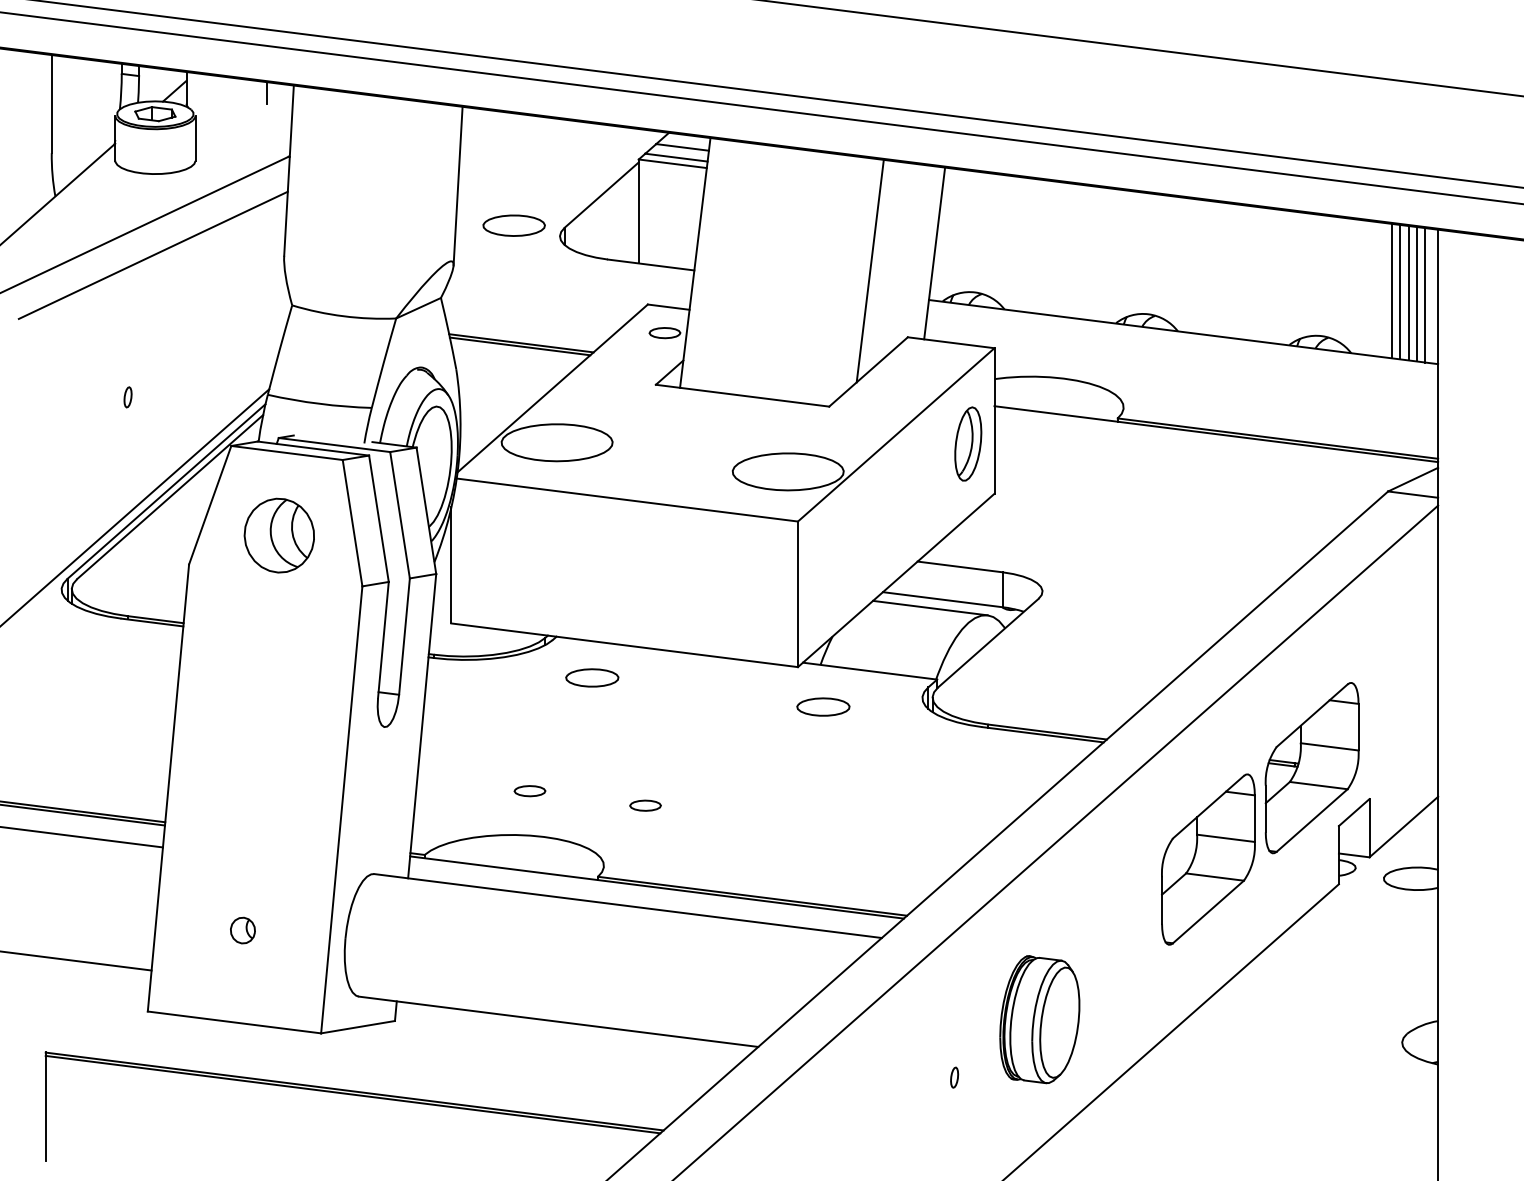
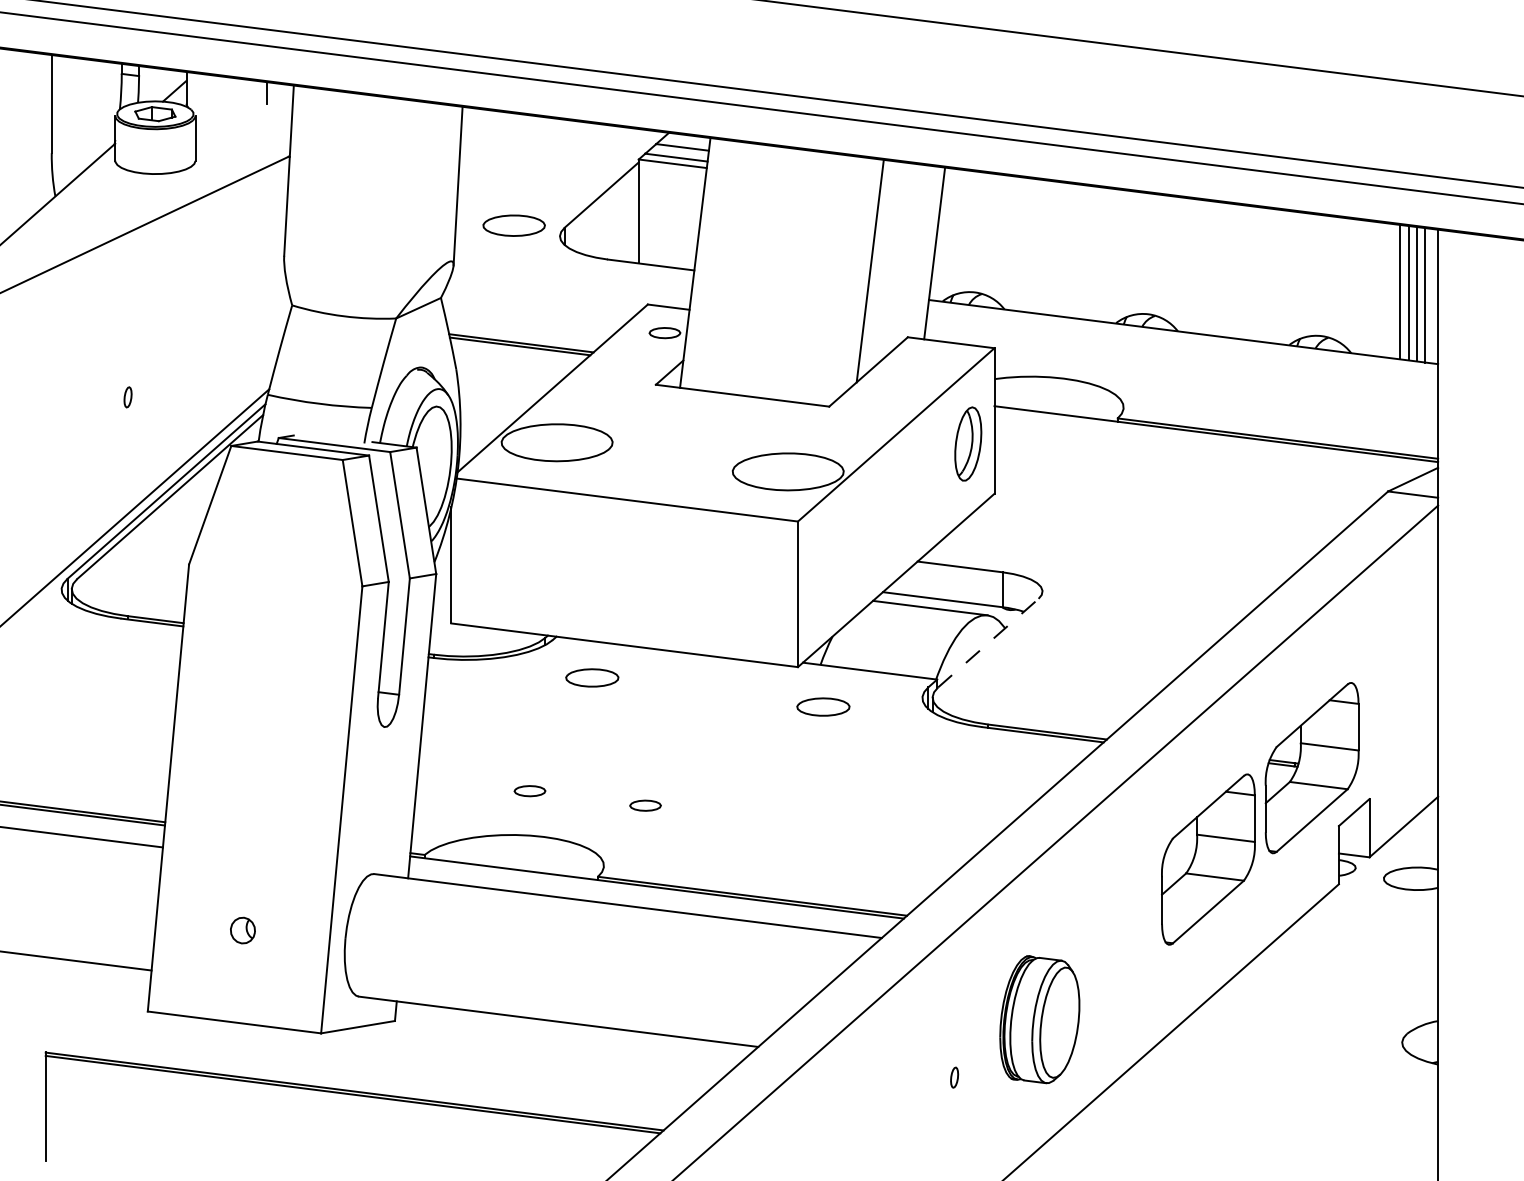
line at (152, 254): present -> none
line at (1392, 290): present -> none
part at (278, 535): present -> none
line at (988, 643): solid -> dashed
